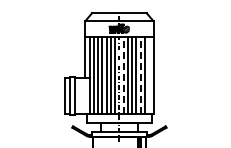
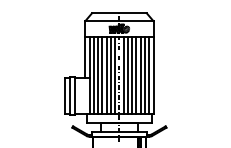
line at (123, 74): dashed -> solid
line at (140, 74): dashed -> solid
line at (149, 74): none -> present
